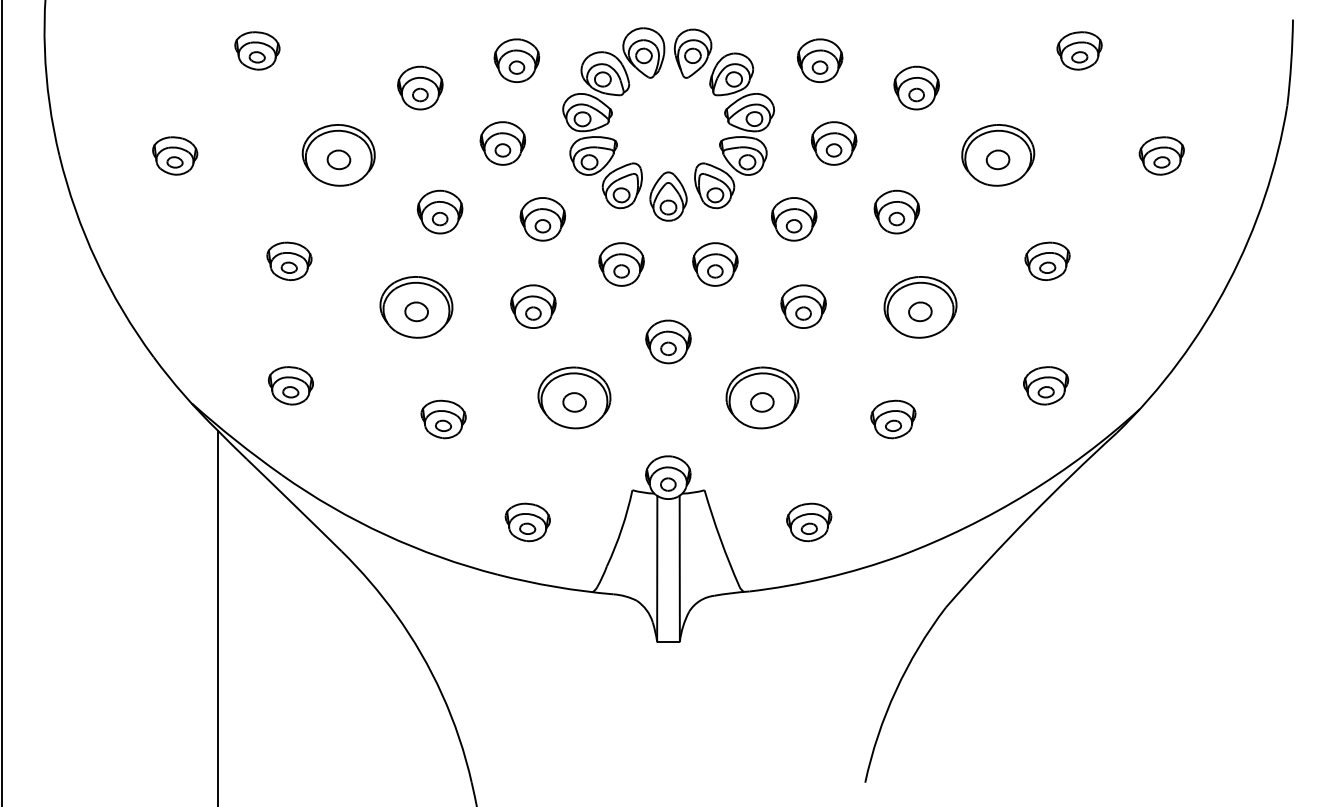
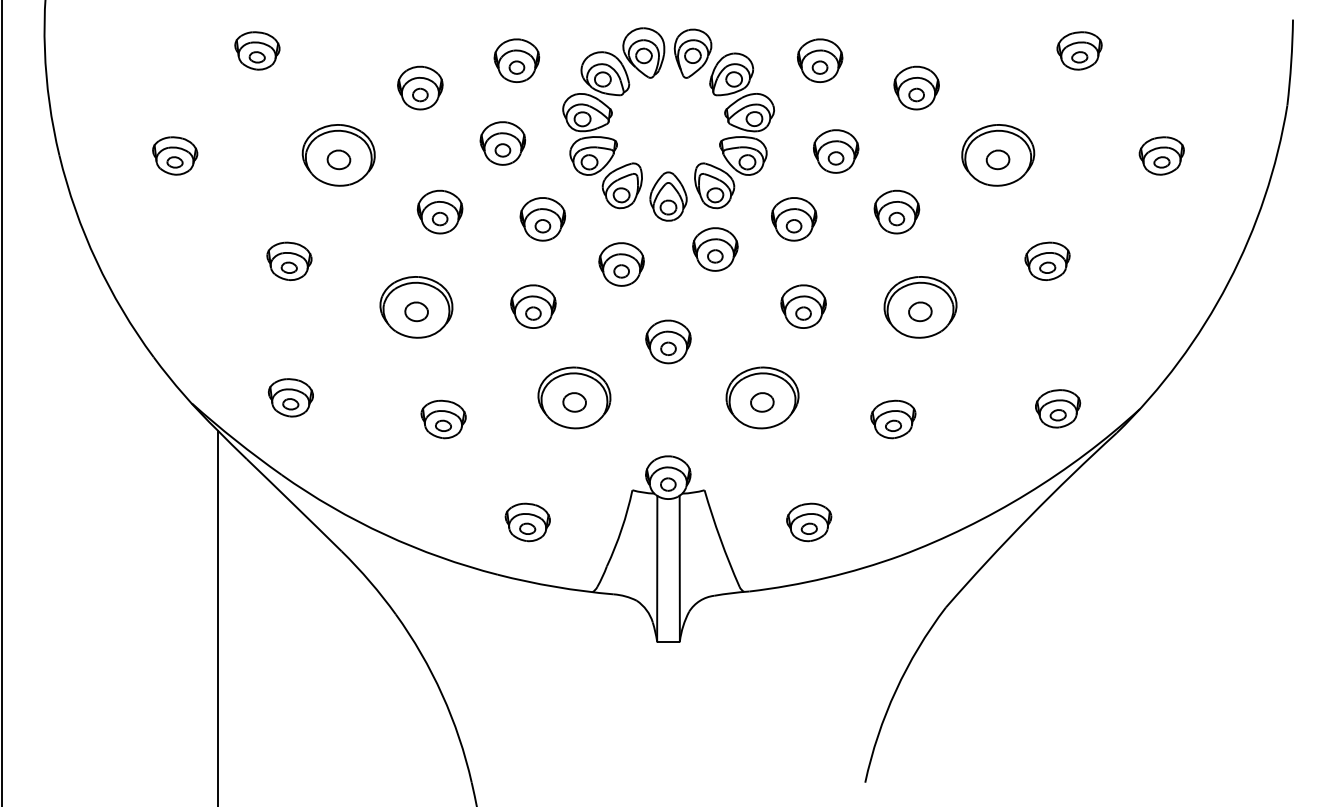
part at (834, 143) position: (834, 143) -> (836, 151)
part at (715, 264) position: (715, 264) -> (715, 249)
part at (290, 385) position: (290, 385) -> (290, 397)
part at (1046, 385) position: (1046, 385) -> (1058, 408)
